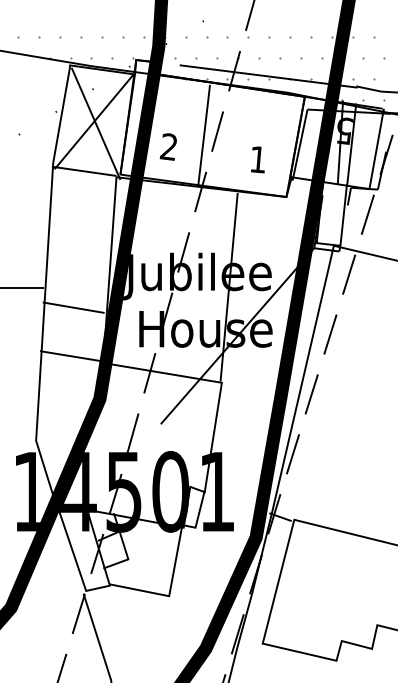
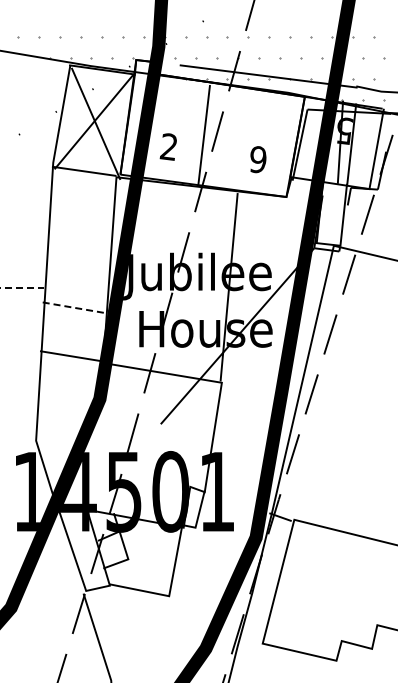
text at (258, 159): 1 -> 9
line at (22, 287): solid -> dashed
line at (74, 307): solid -> dashed
